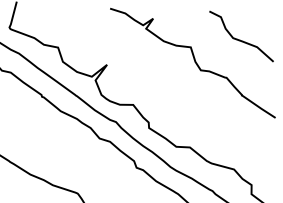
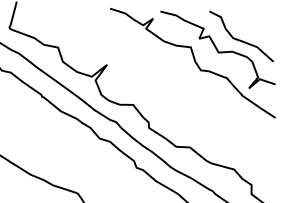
curve at (217, 49): none -> present
